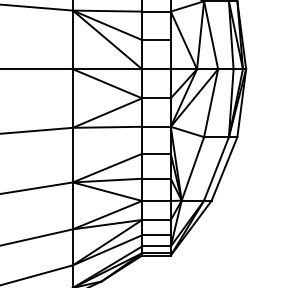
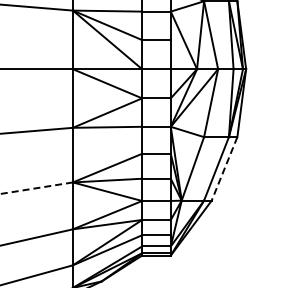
line at (224, 169): solid -> dashed
line at (36, 188): solid -> dashed
